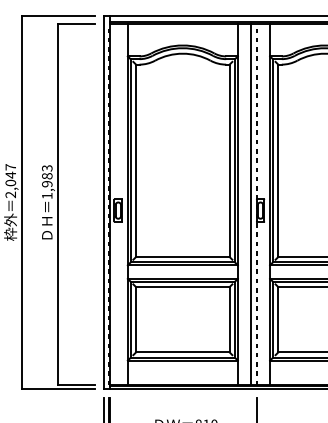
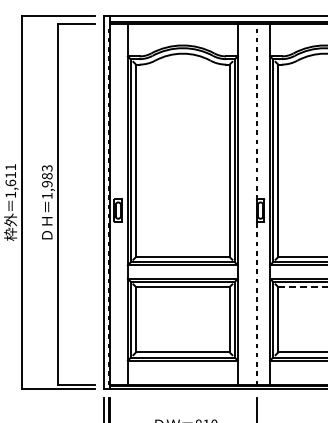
text at (10, 181): 2,047 -> 1,611
line at (251, 204): present -> none
line at (303, 287): solid -> dashed
